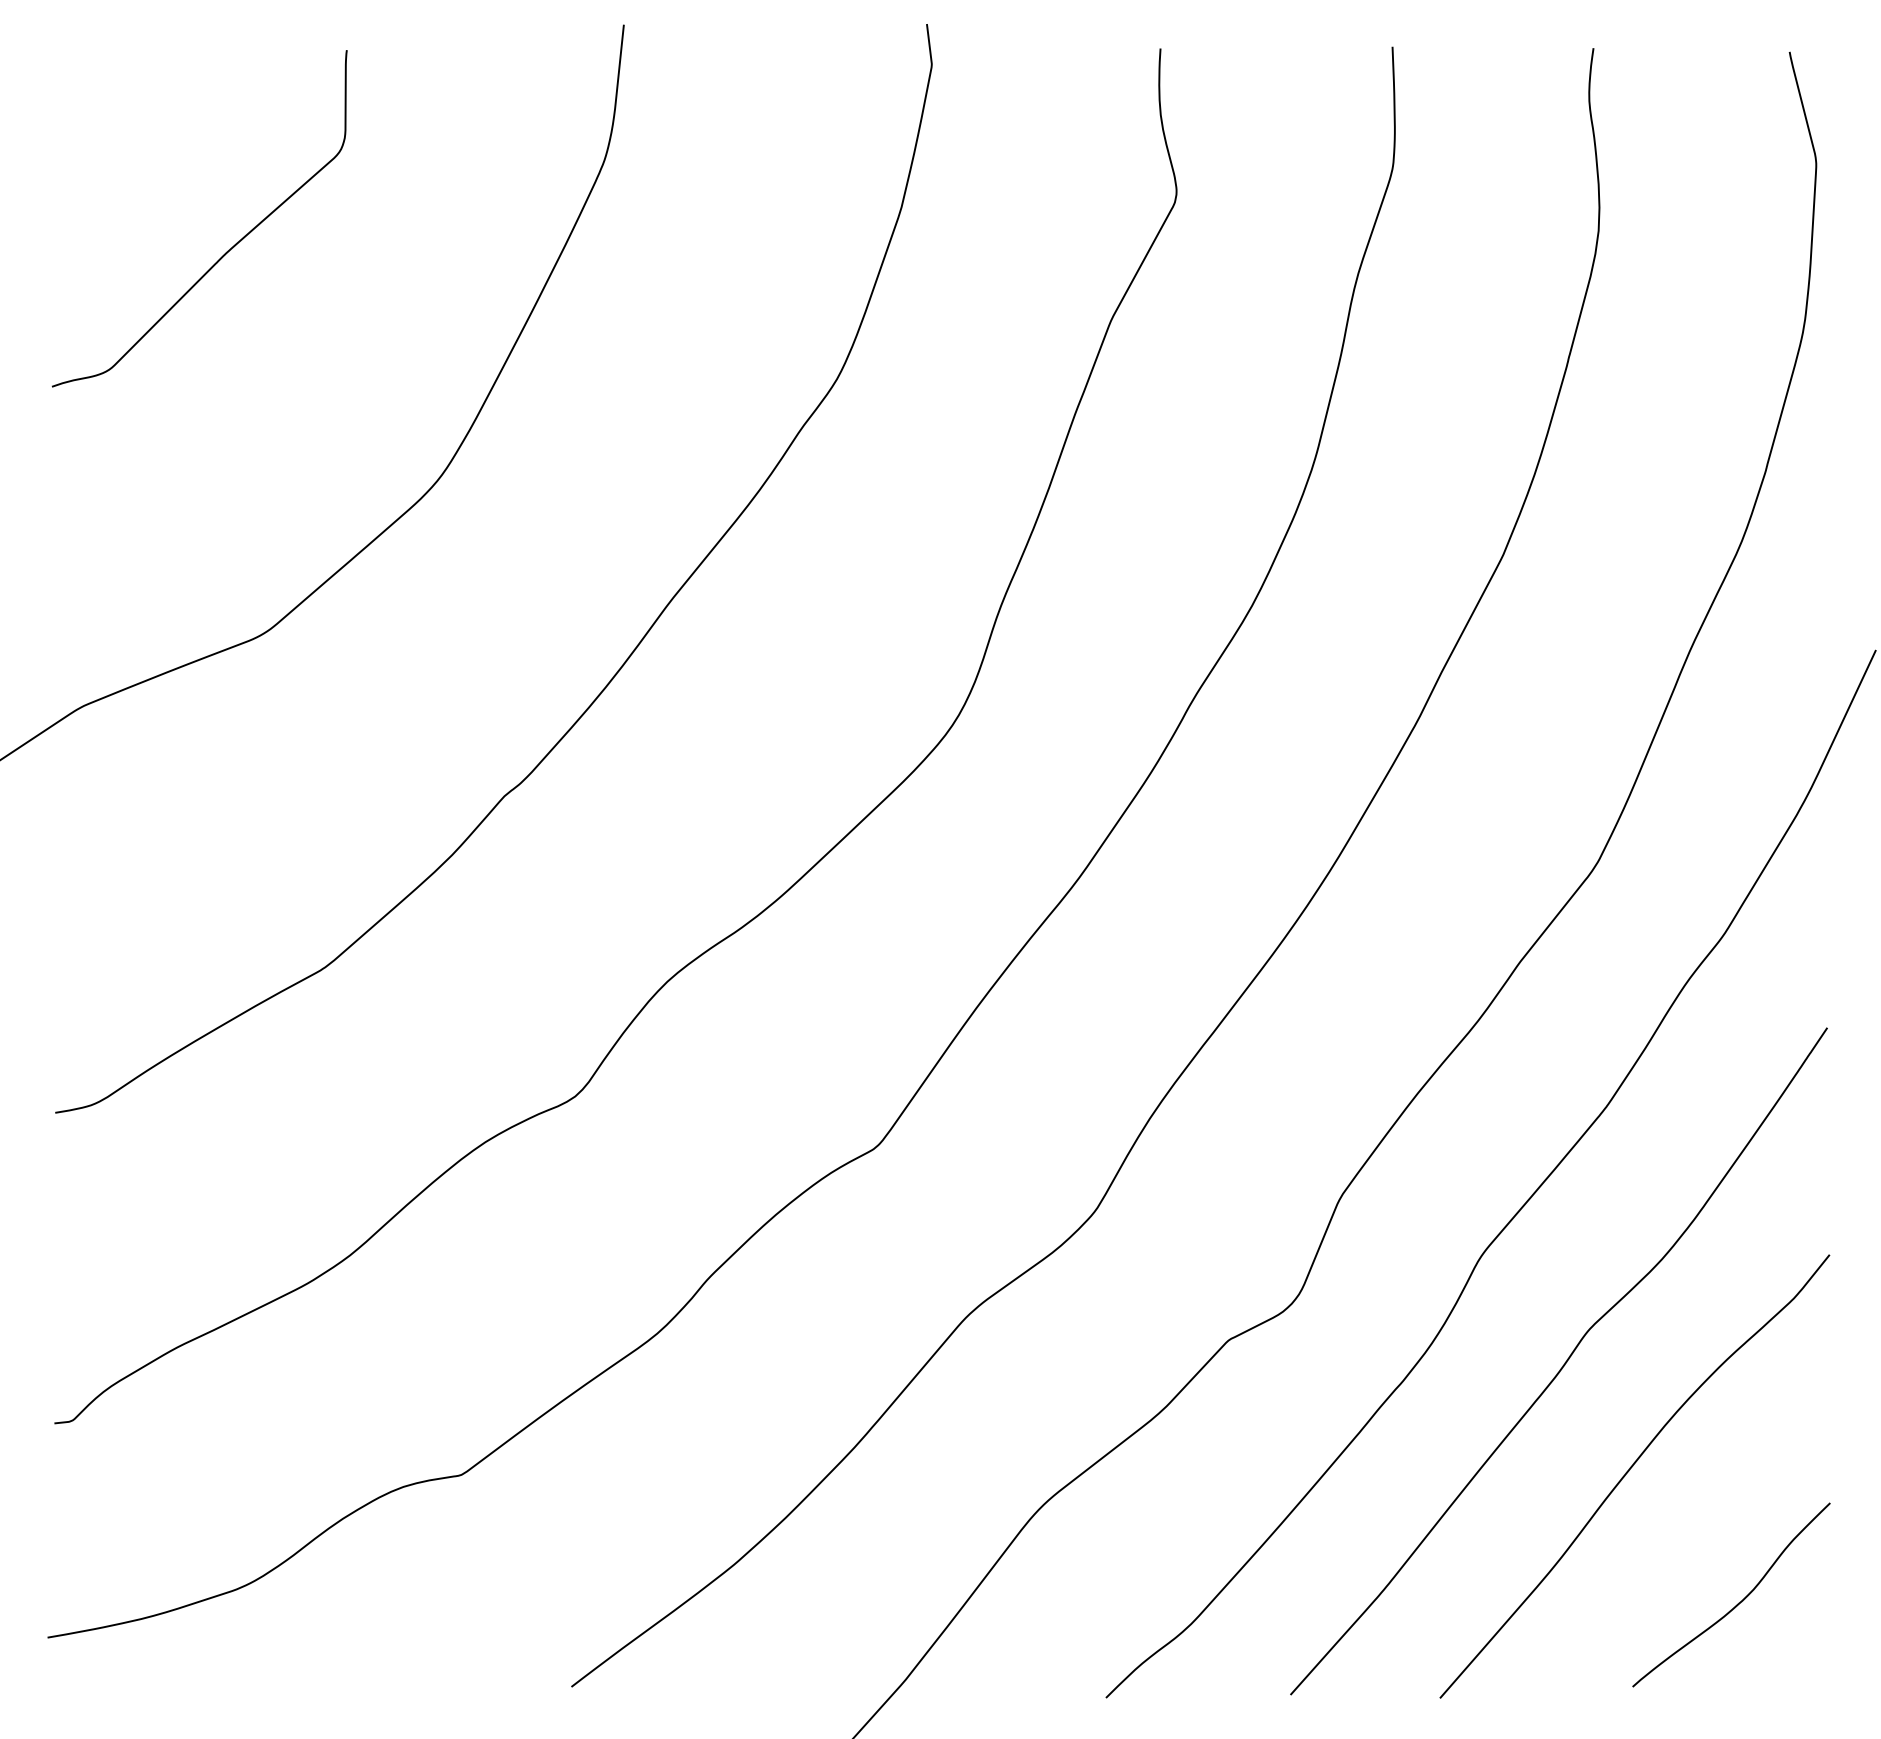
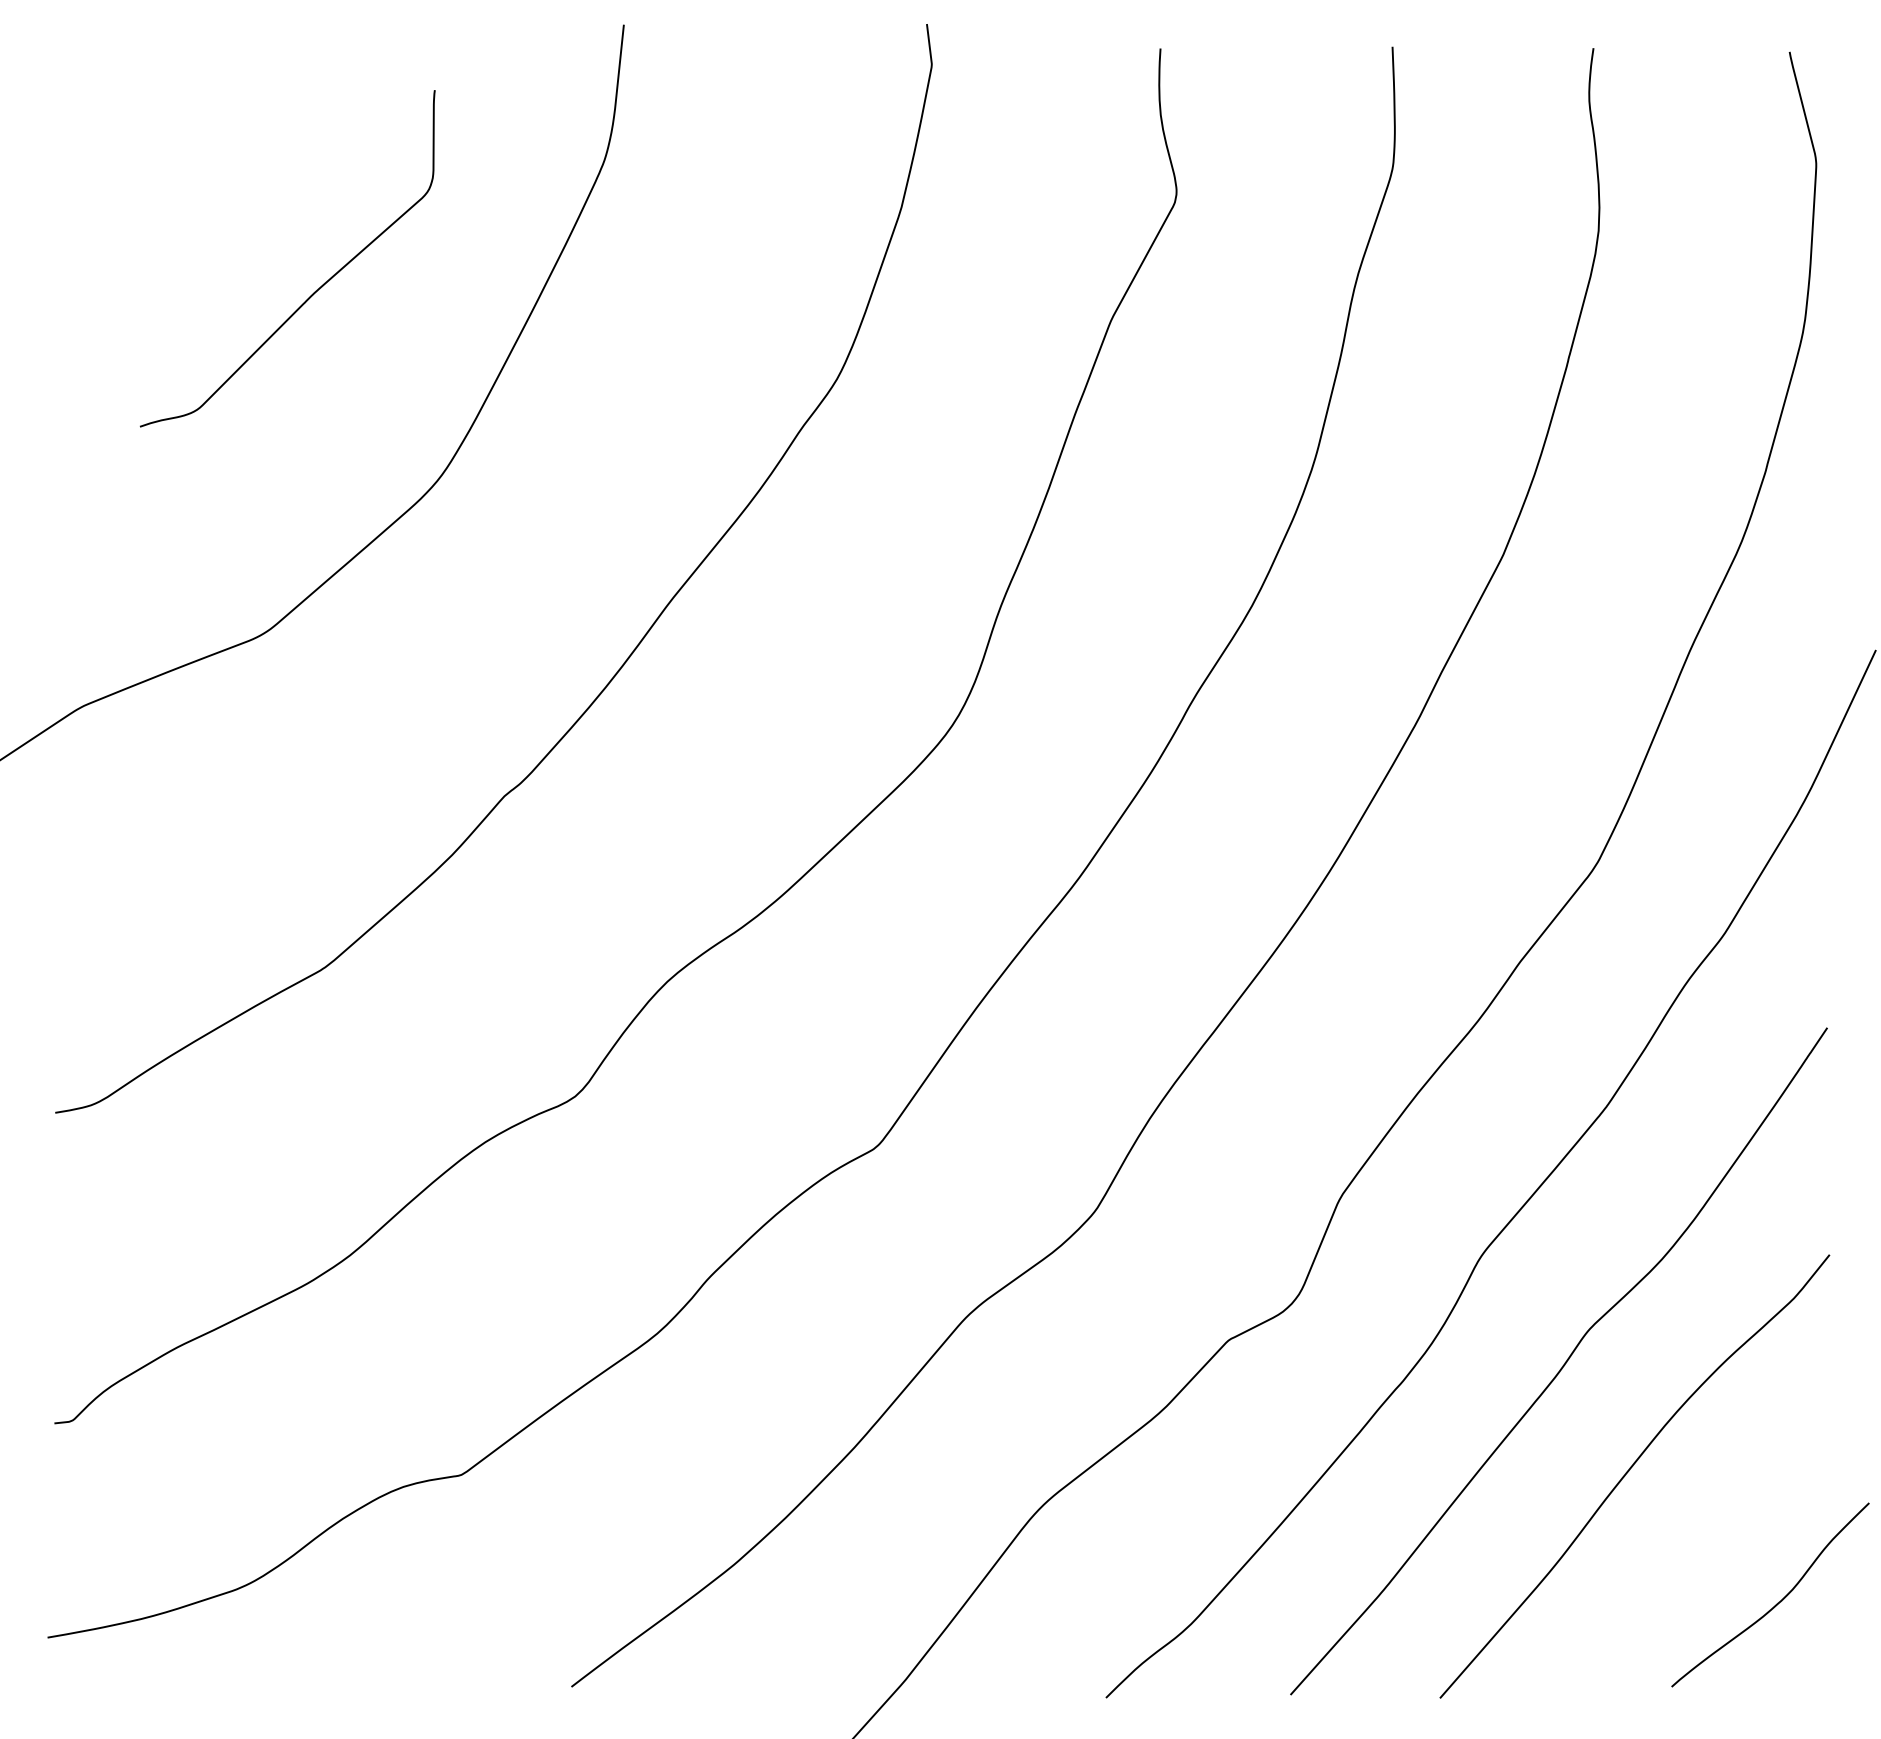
curve at (227, 250) position: (227, 250) -> (315, 290)
curve at (1738, 1602) position: (1738, 1602) -> (1777, 1602)
